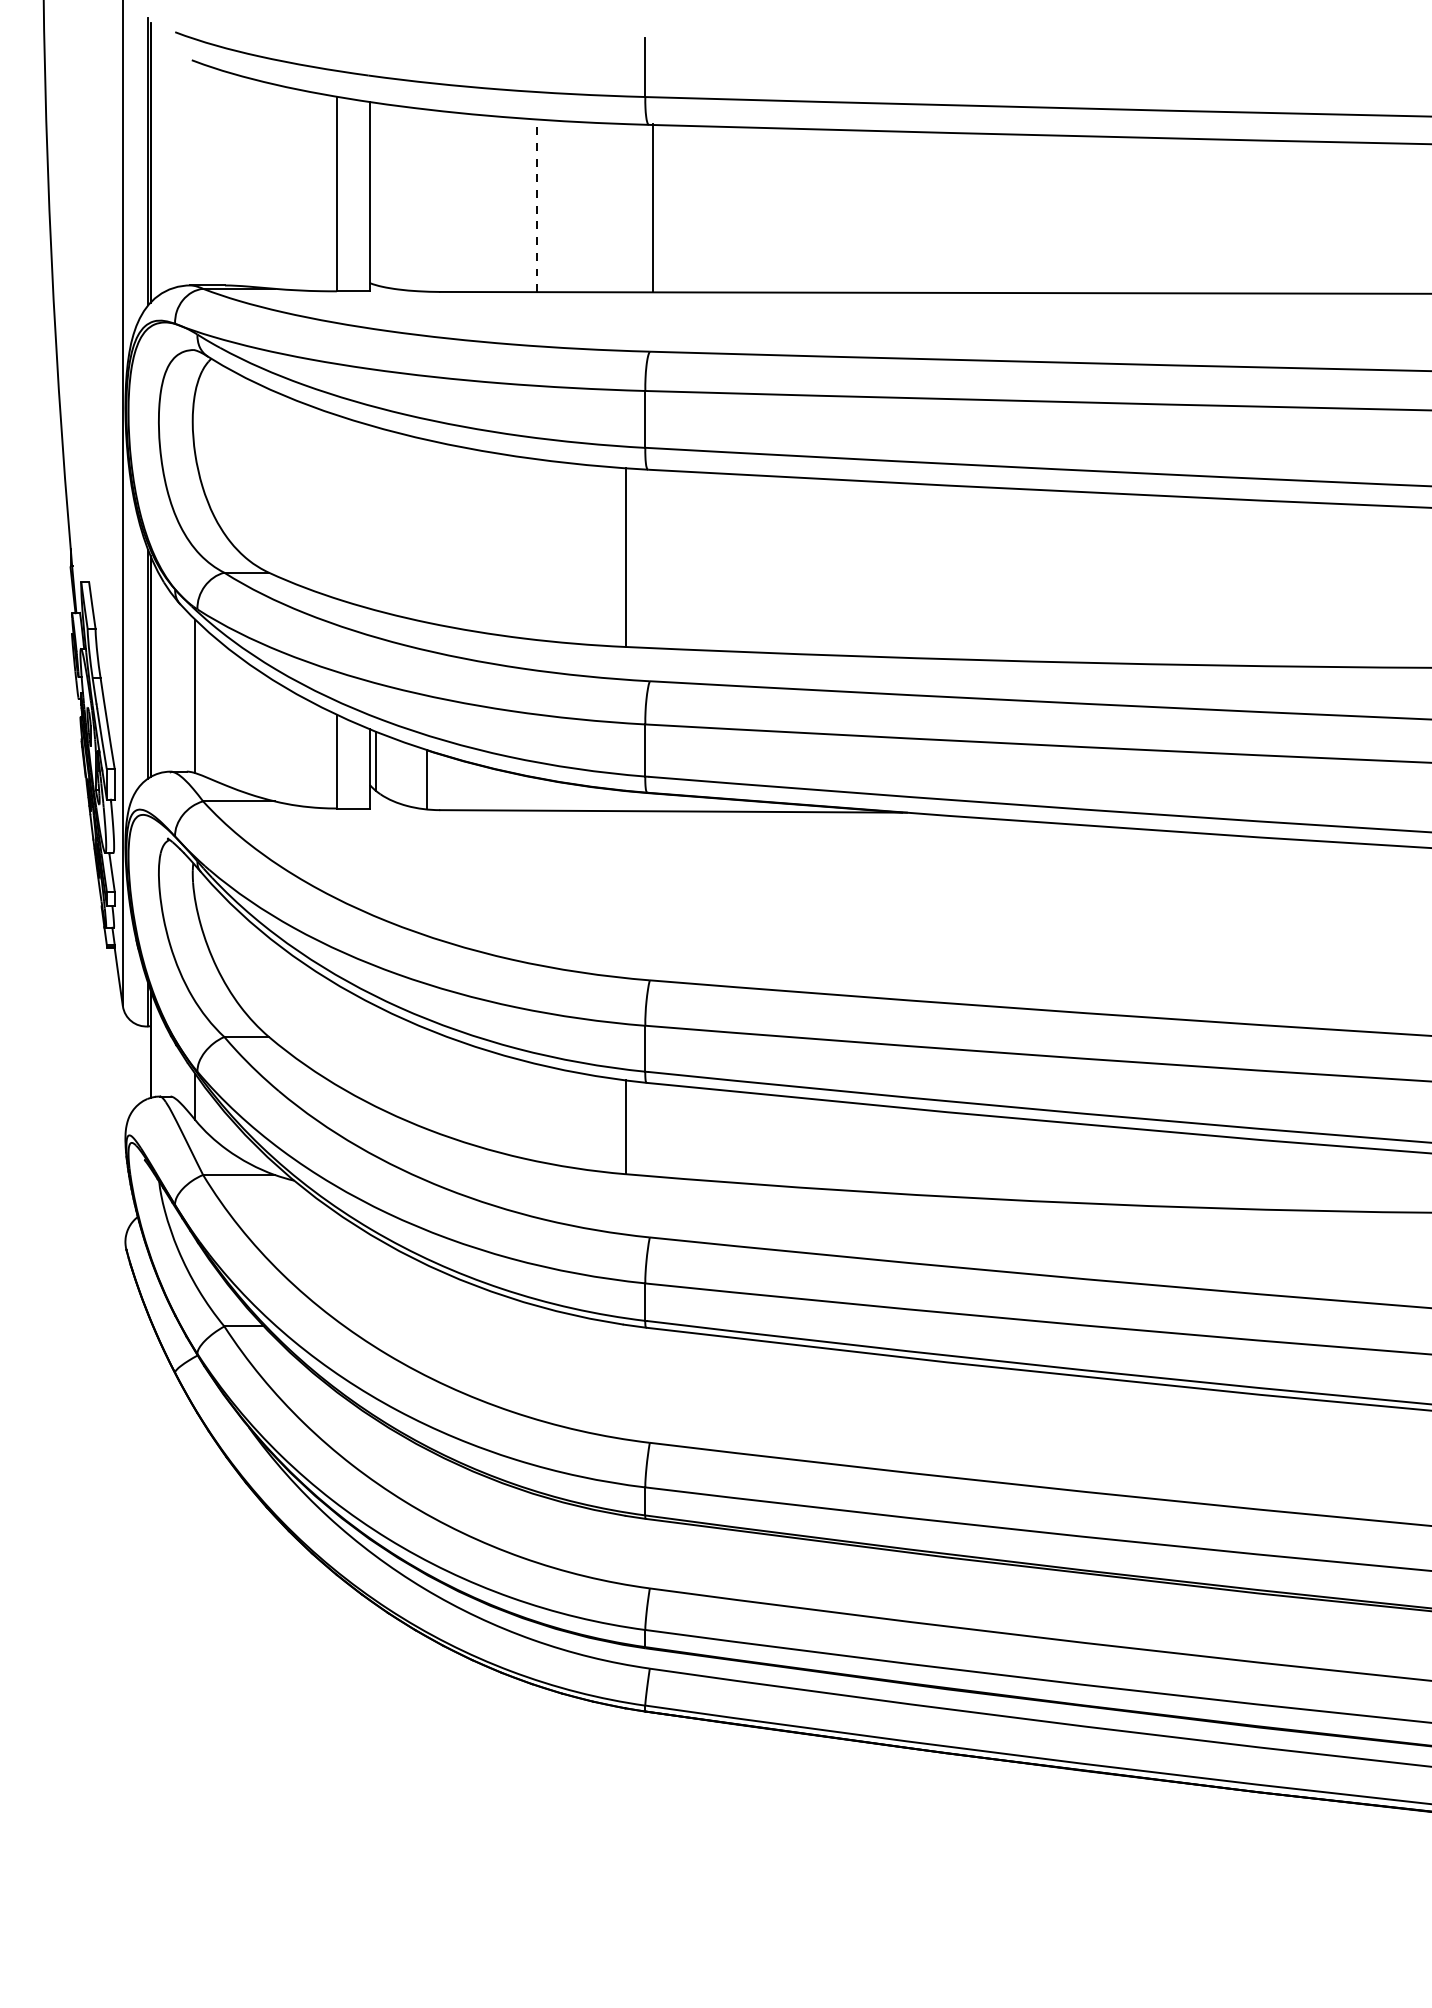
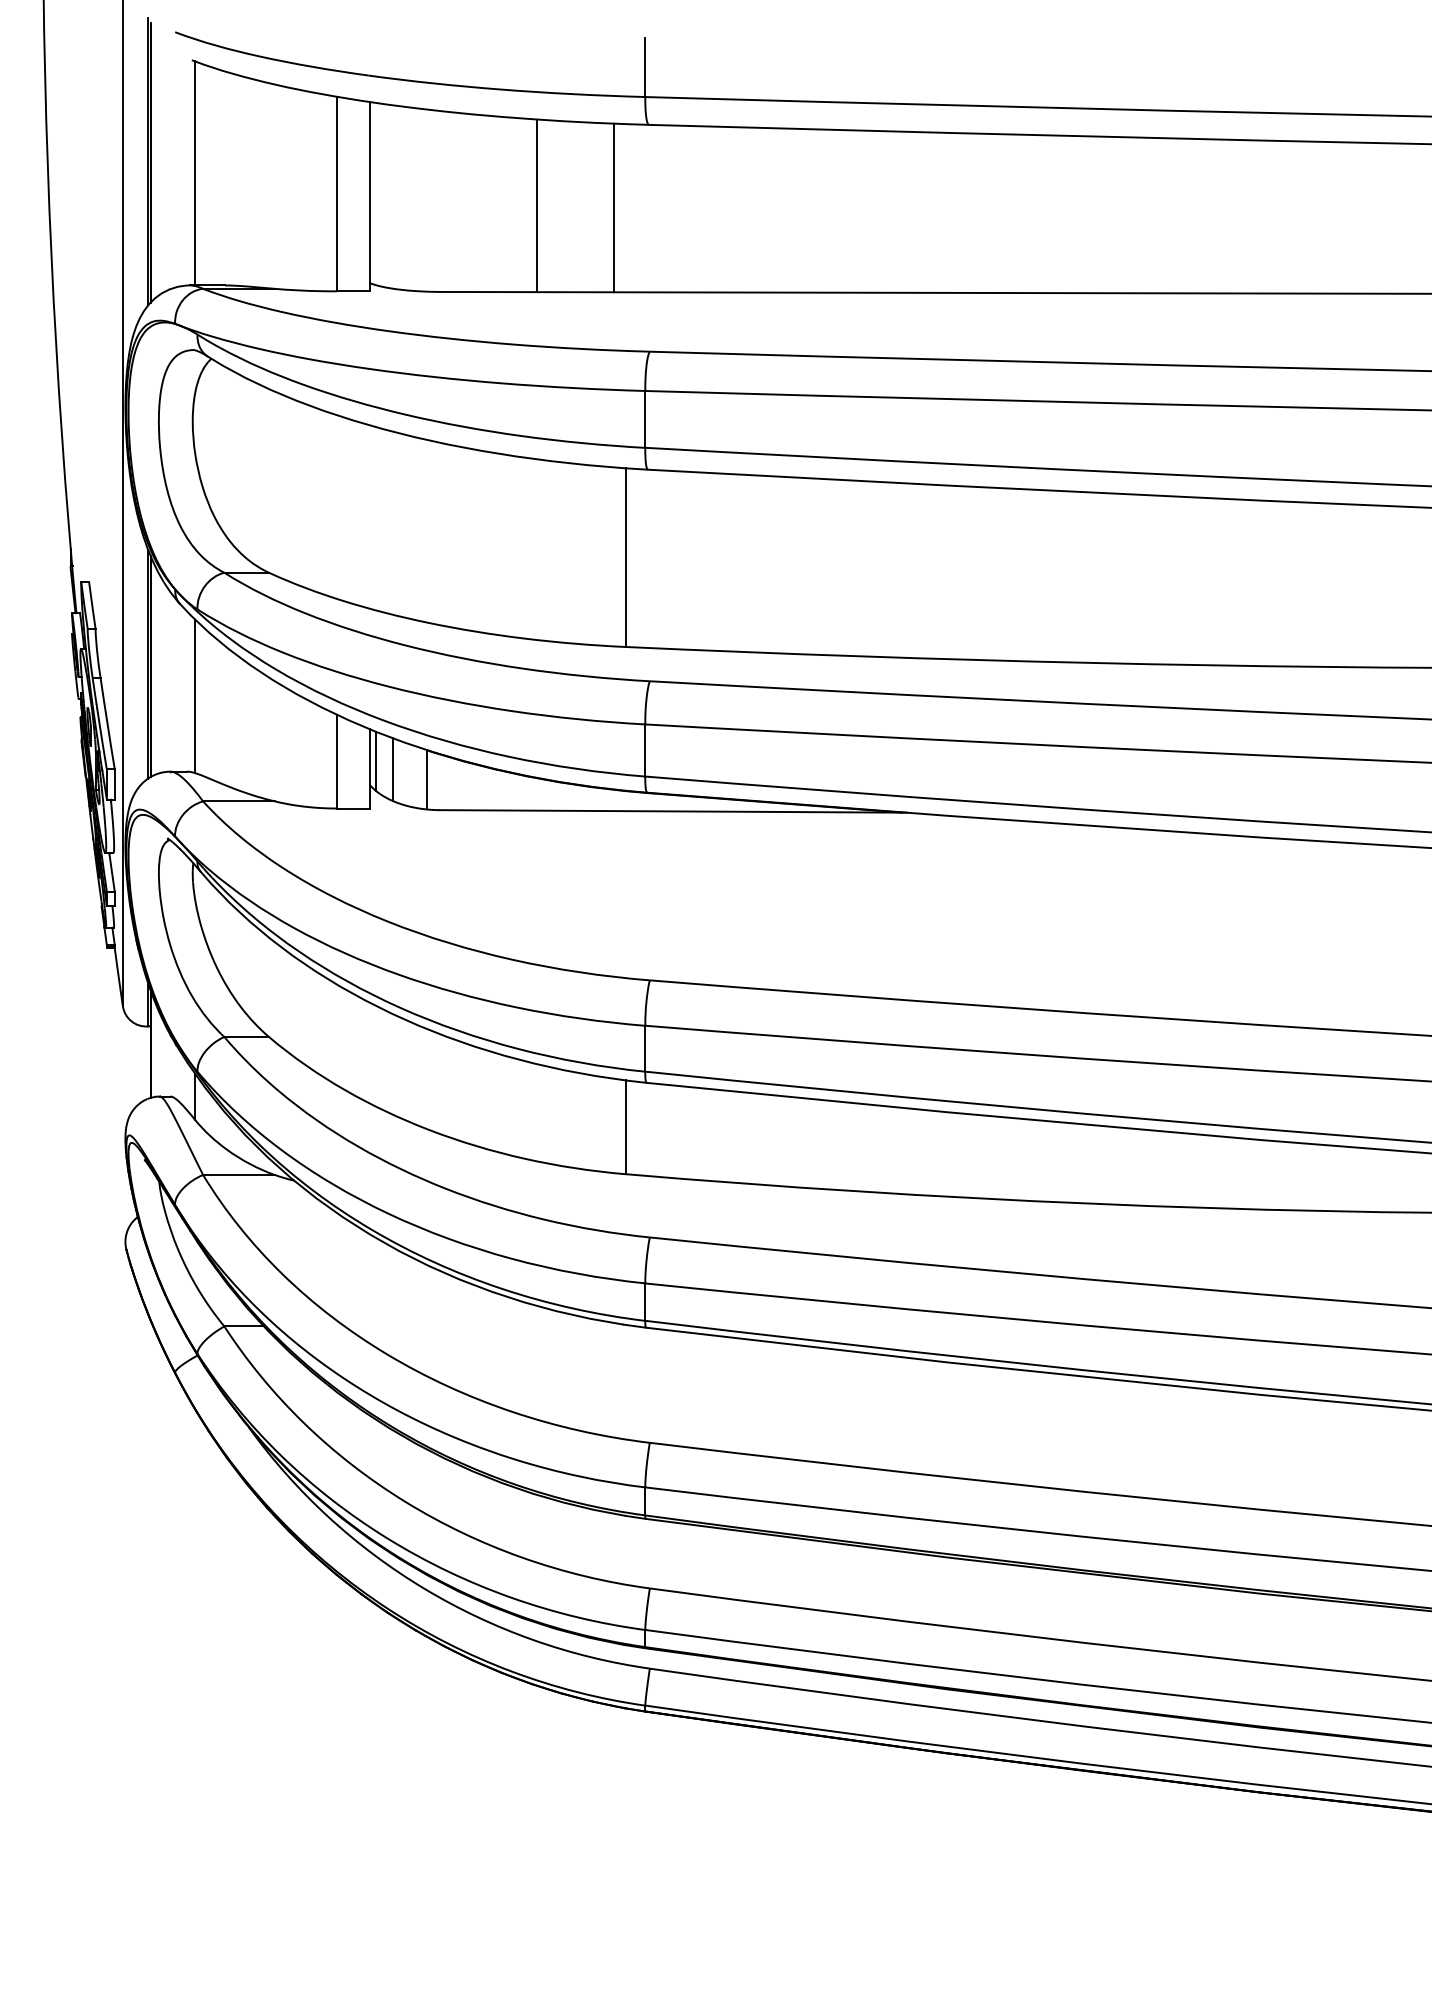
line at (195, 173): none -> present
line at (537, 205): dashed -> solid
line at (652, 207) position: (652, 207) -> (613, 207)
line at (393, 769): none -> present
